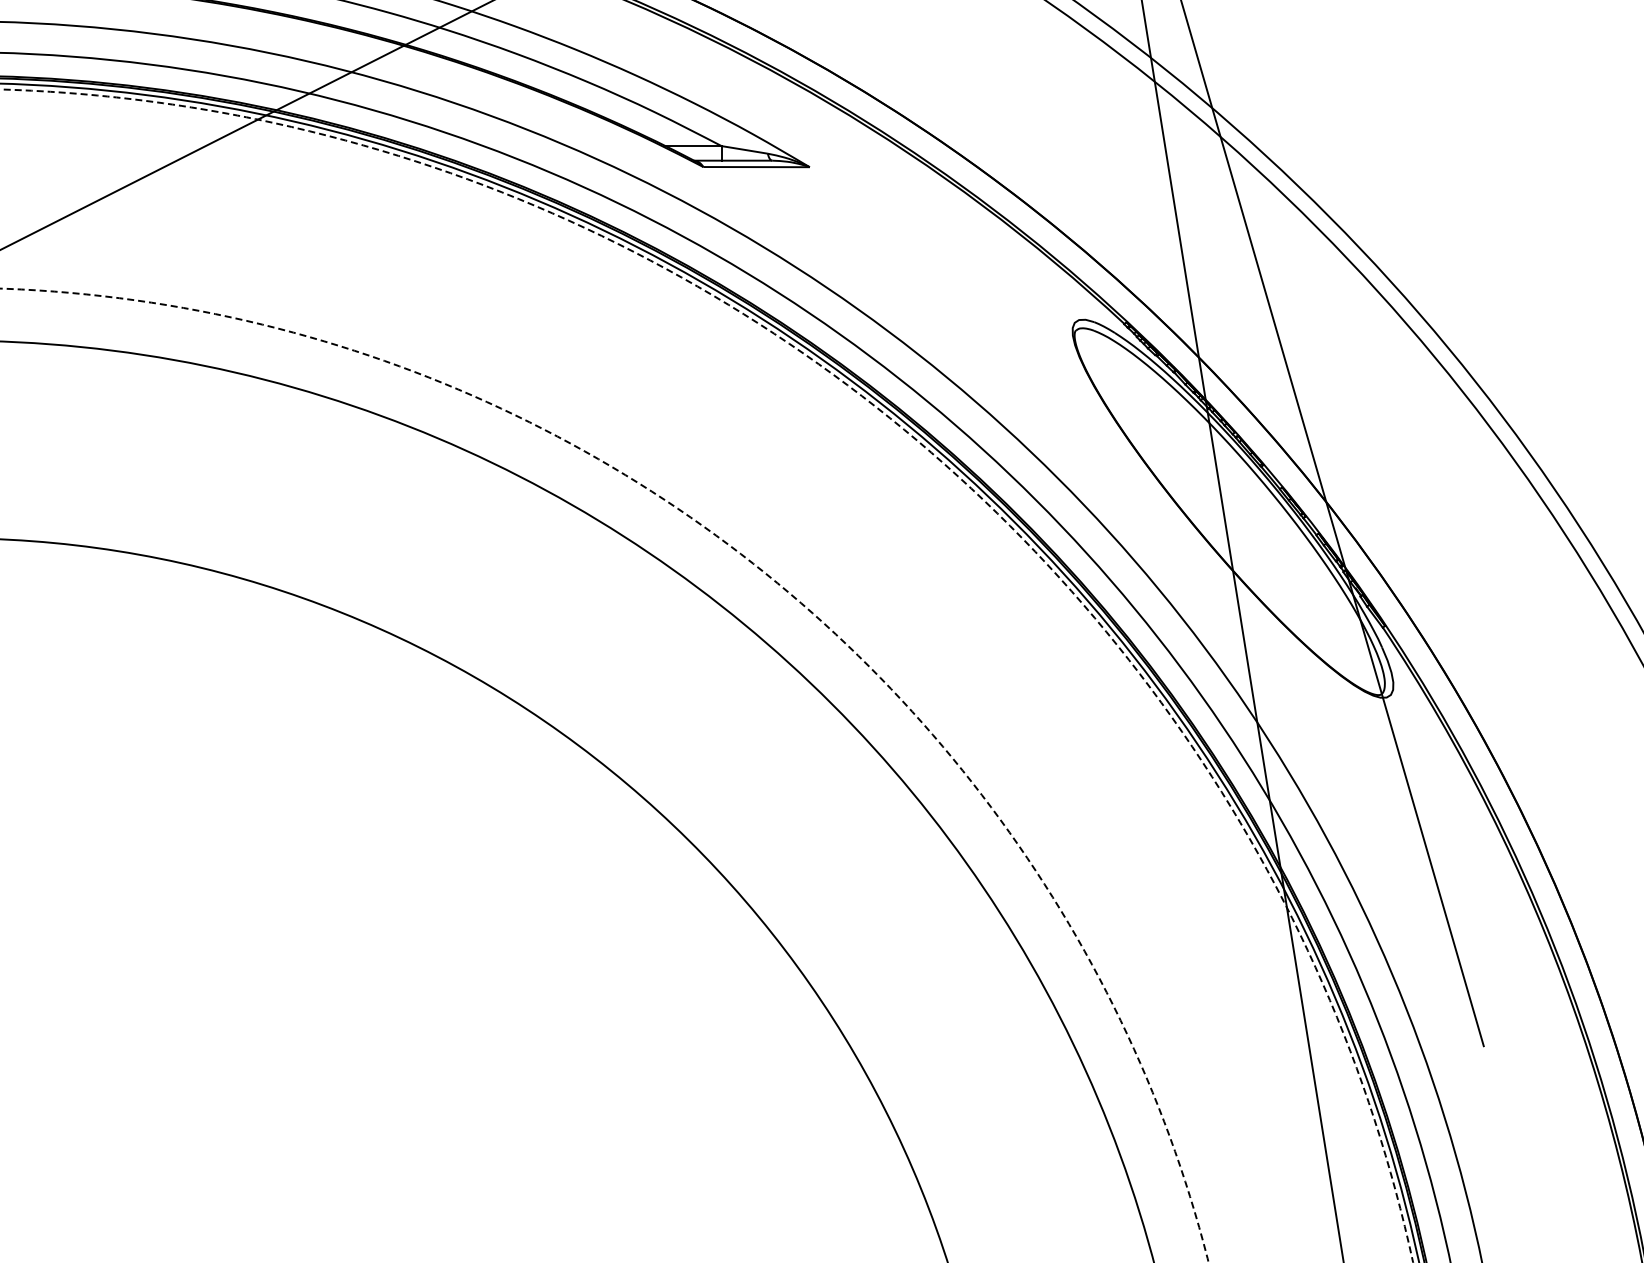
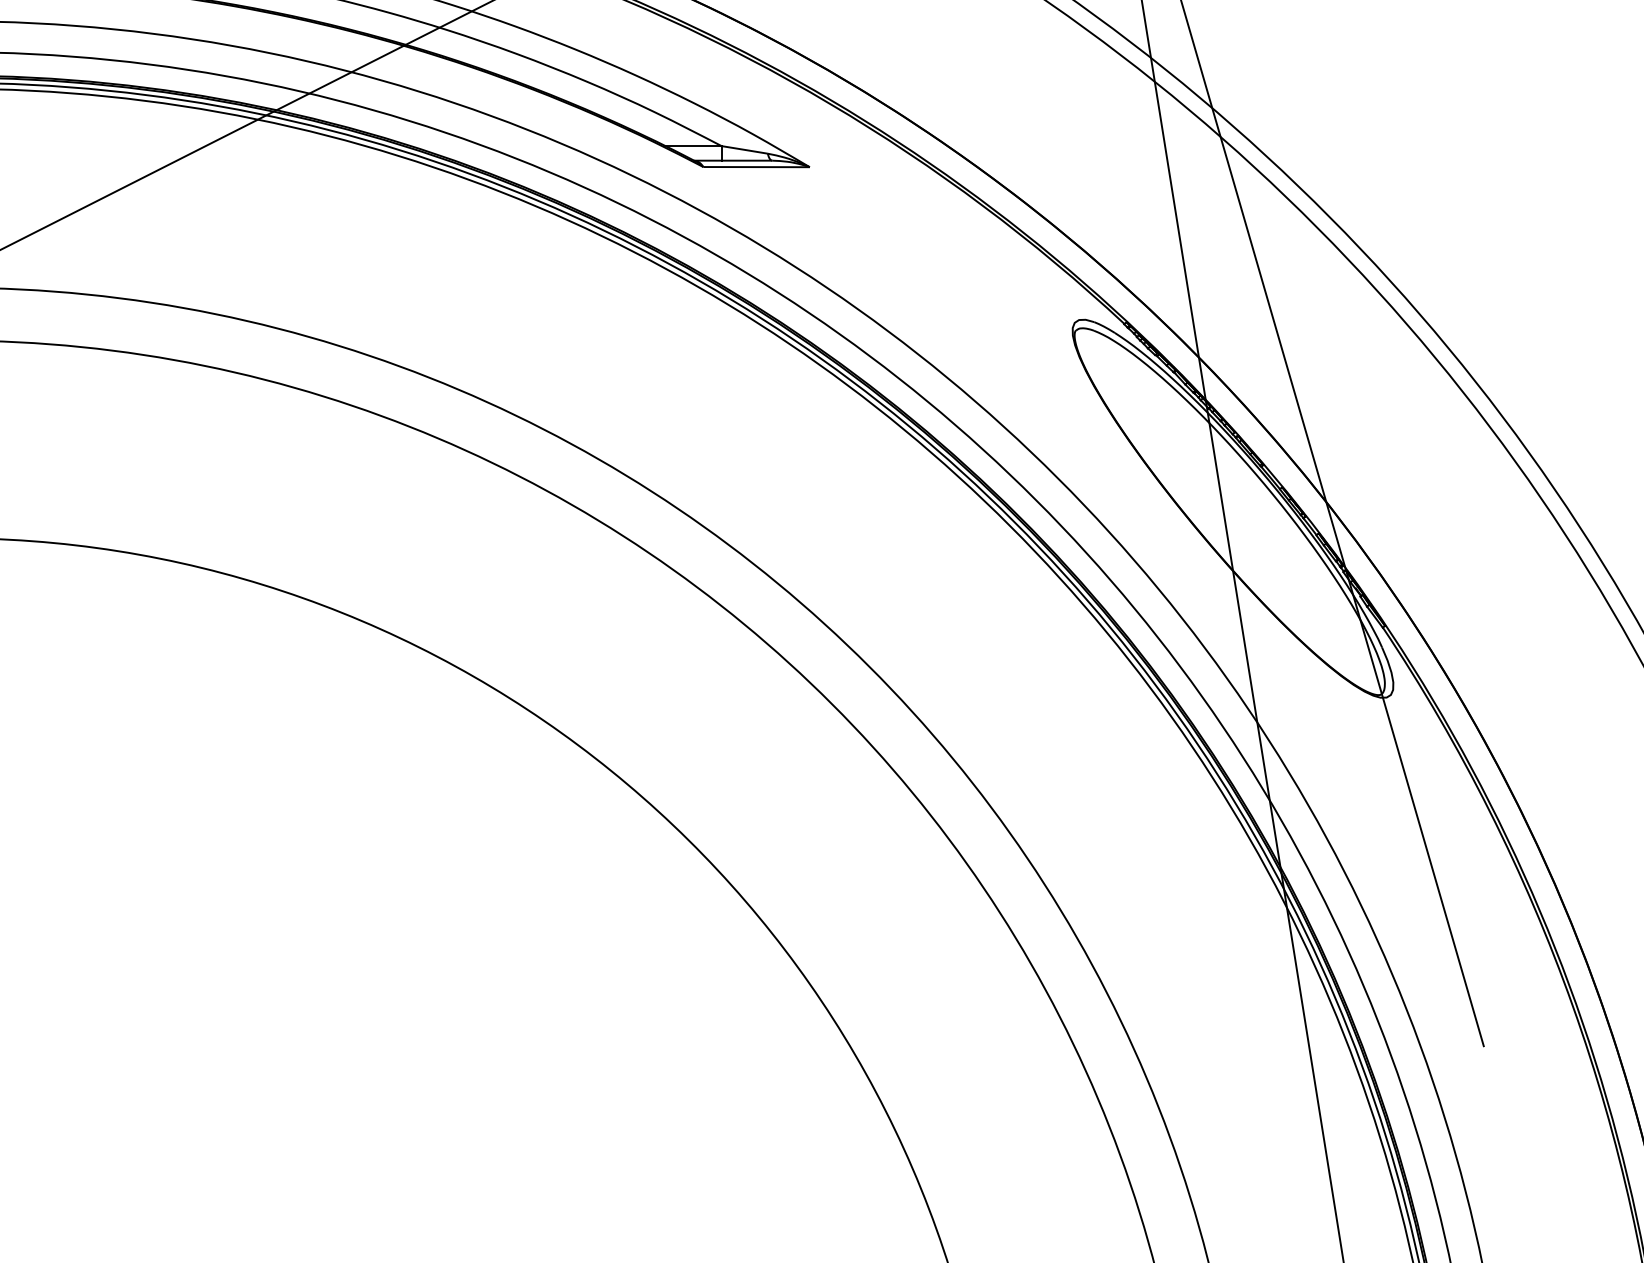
circle at (706, 675): dashed -> solid
circle at (604, 775): dashed -> solid
